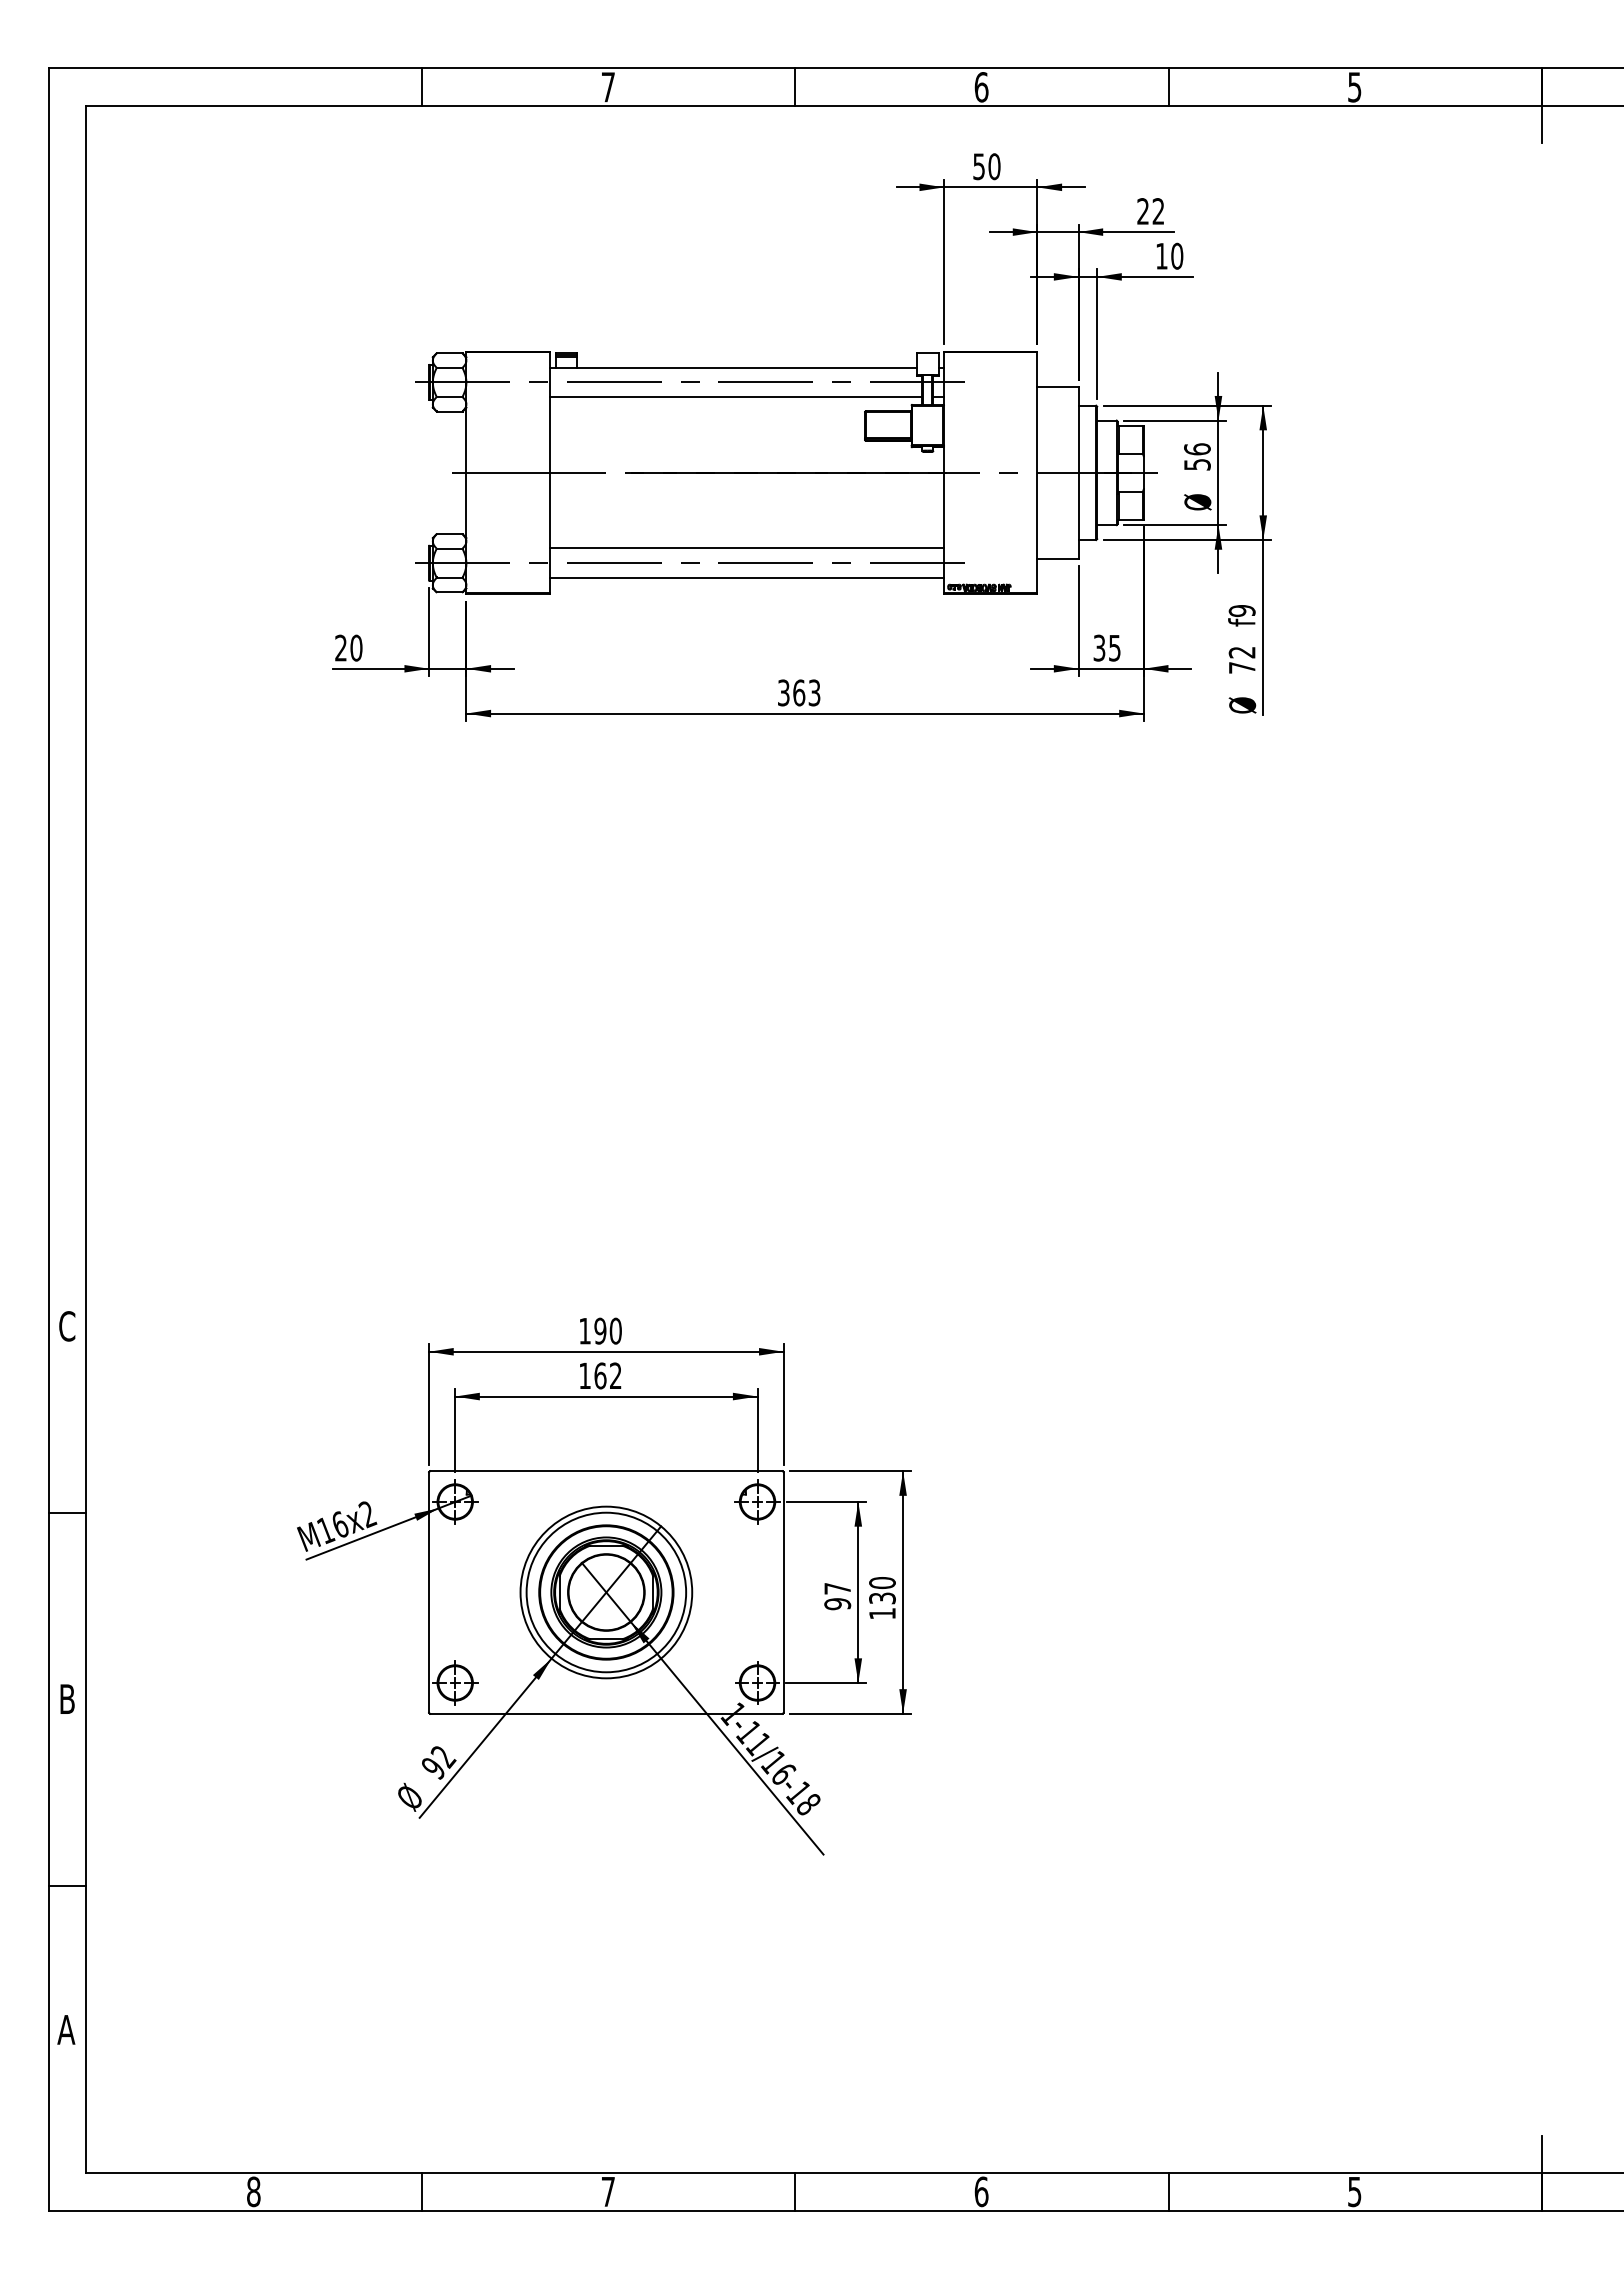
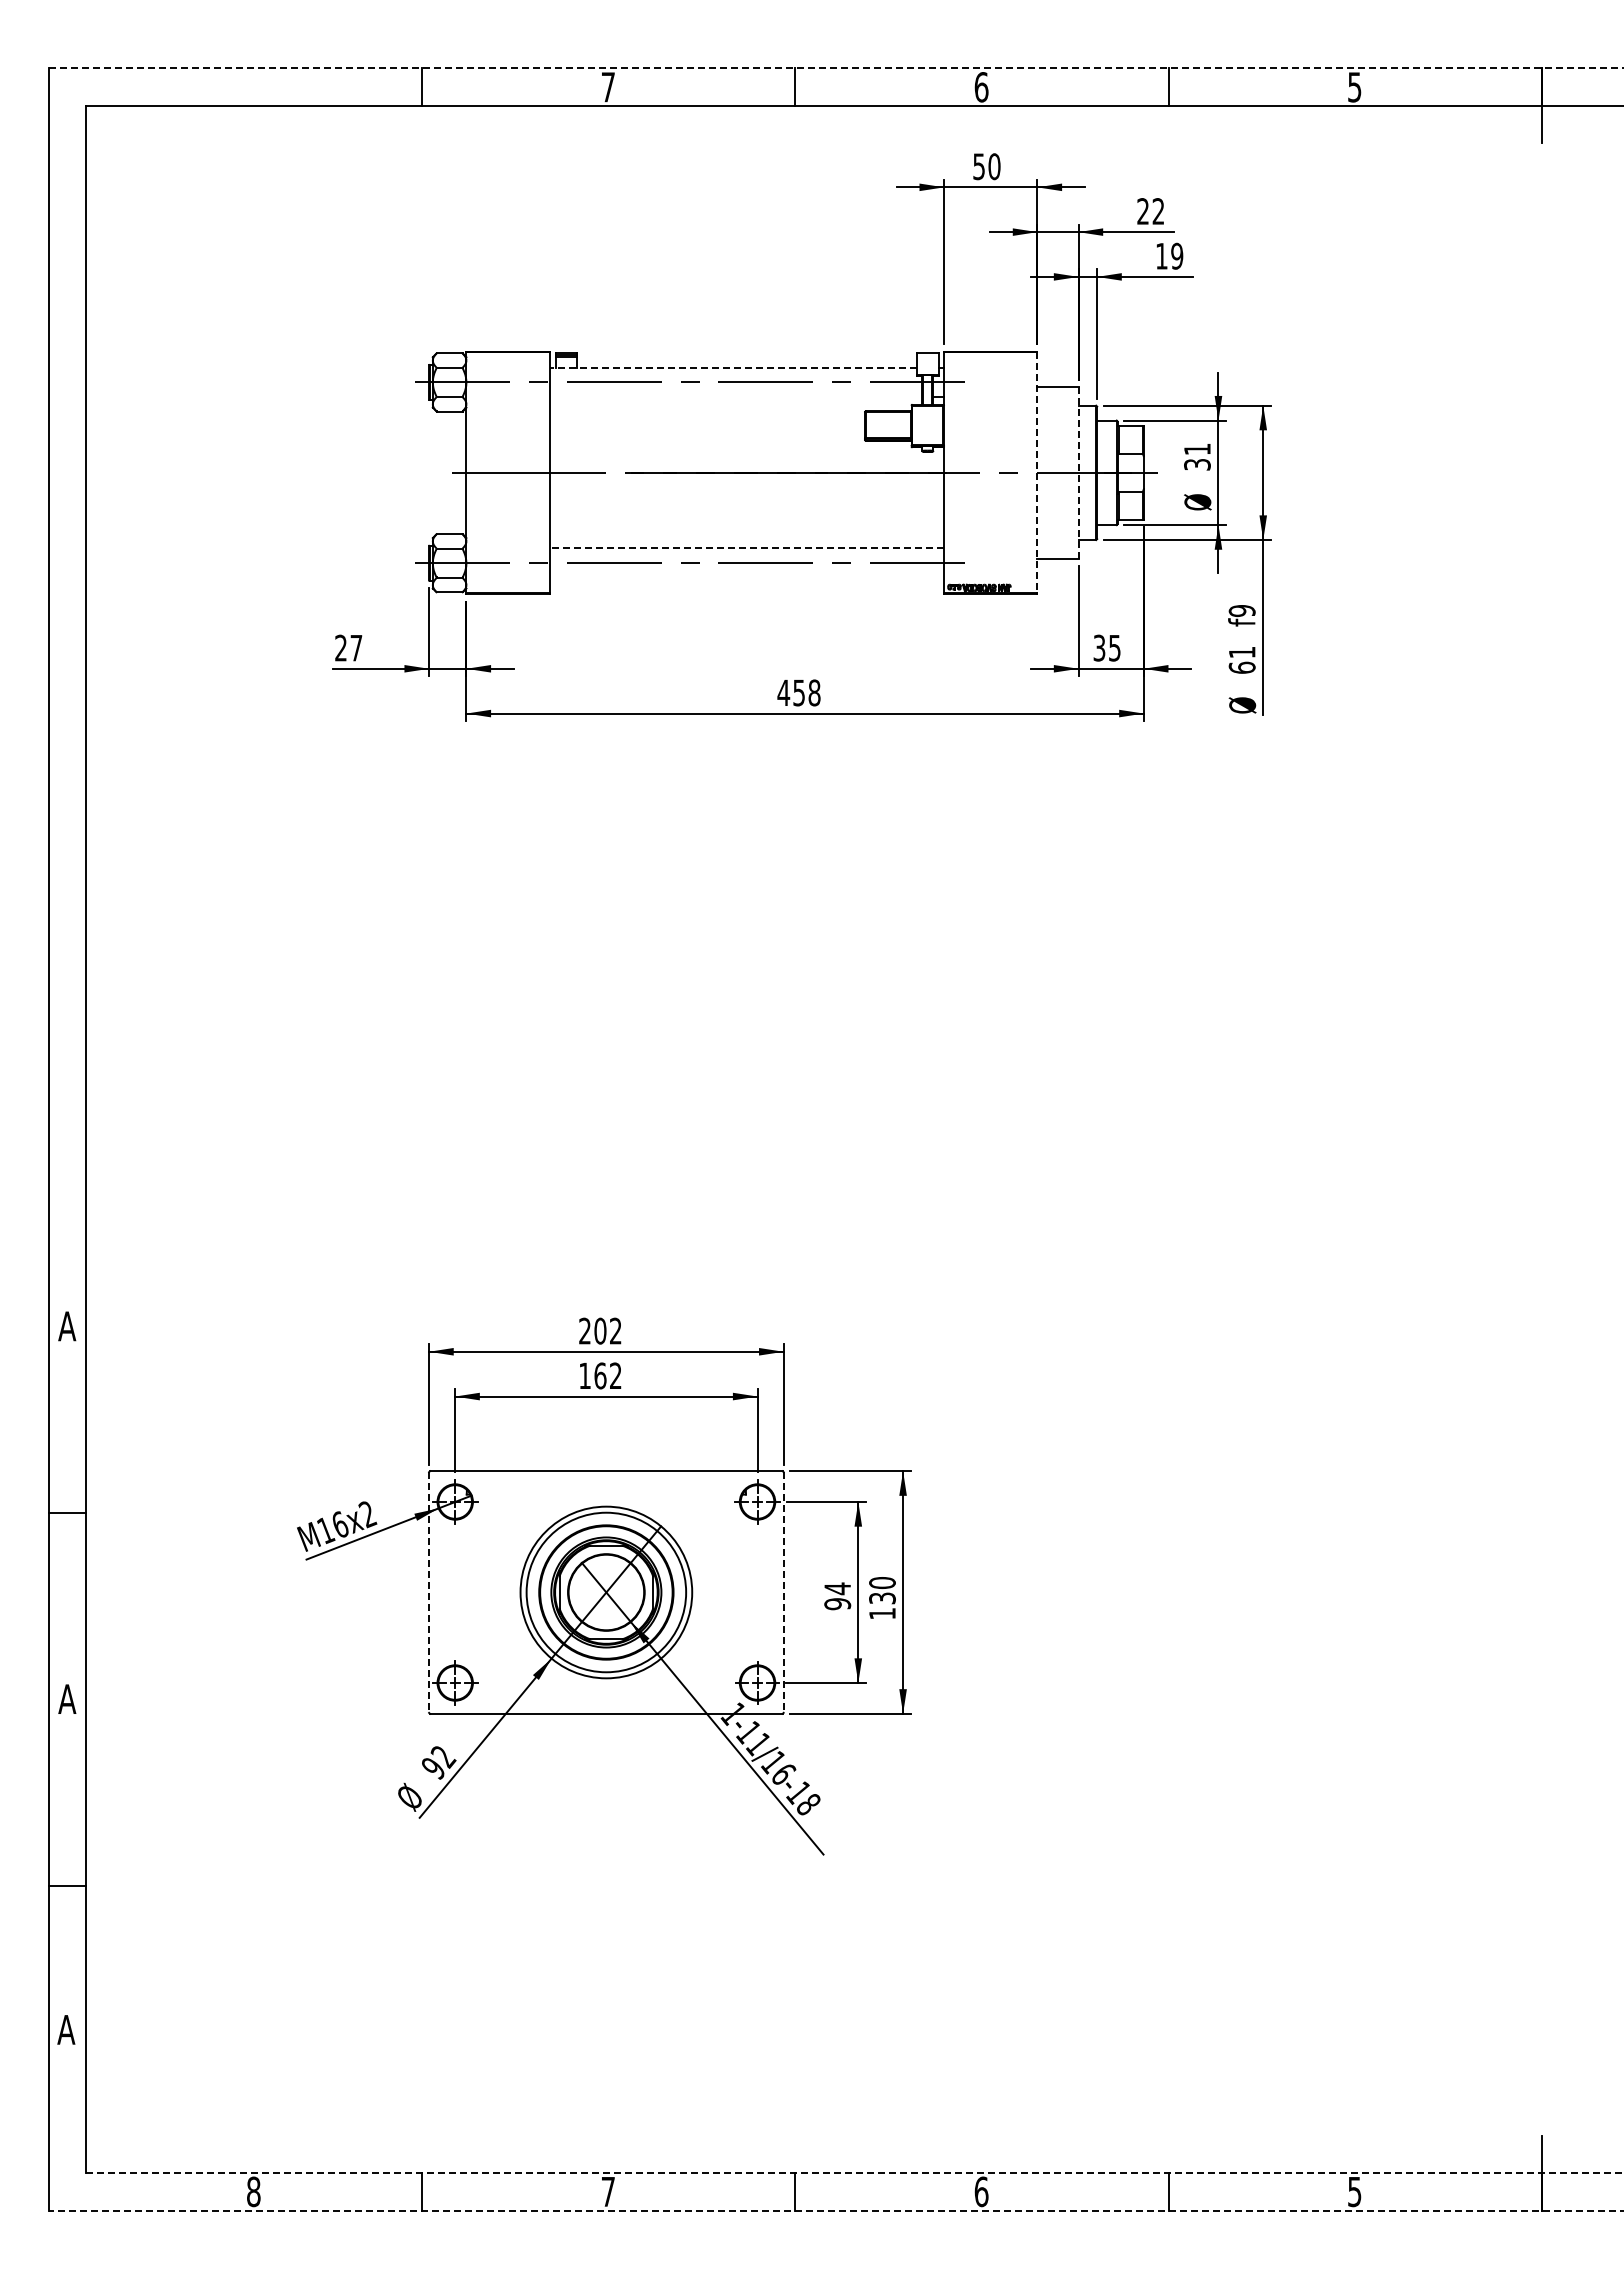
line at (836, 68): solid -> dashed
text at (1177, 256): 10 -> 19
line at (733, 367): solid -> dashed
line at (736, 397): present -> none
text at (1197, 456): 56 -> 31
line at (1078, 472): solid -> dashed
line at (1037, 473): solid -> dashed
line at (747, 548): solid -> dashed
line at (747, 578): present -> none
text at (356, 647): 20 -> 27
text at (1241, 660): 72 -> 61
text at (798, 692): 363 -> 458
text at (67, 1326): C -> A
text at (600, 1330): 190 -> 202
text at (837, 1588): 97 -> 94
line at (429, 1593): solid -> dashed
line at (783, 1593): solid -> dashed
text at (67, 1698): B -> A
line at (854, 2173): solid -> dashed
line at (835, 2210): solid -> dashed
